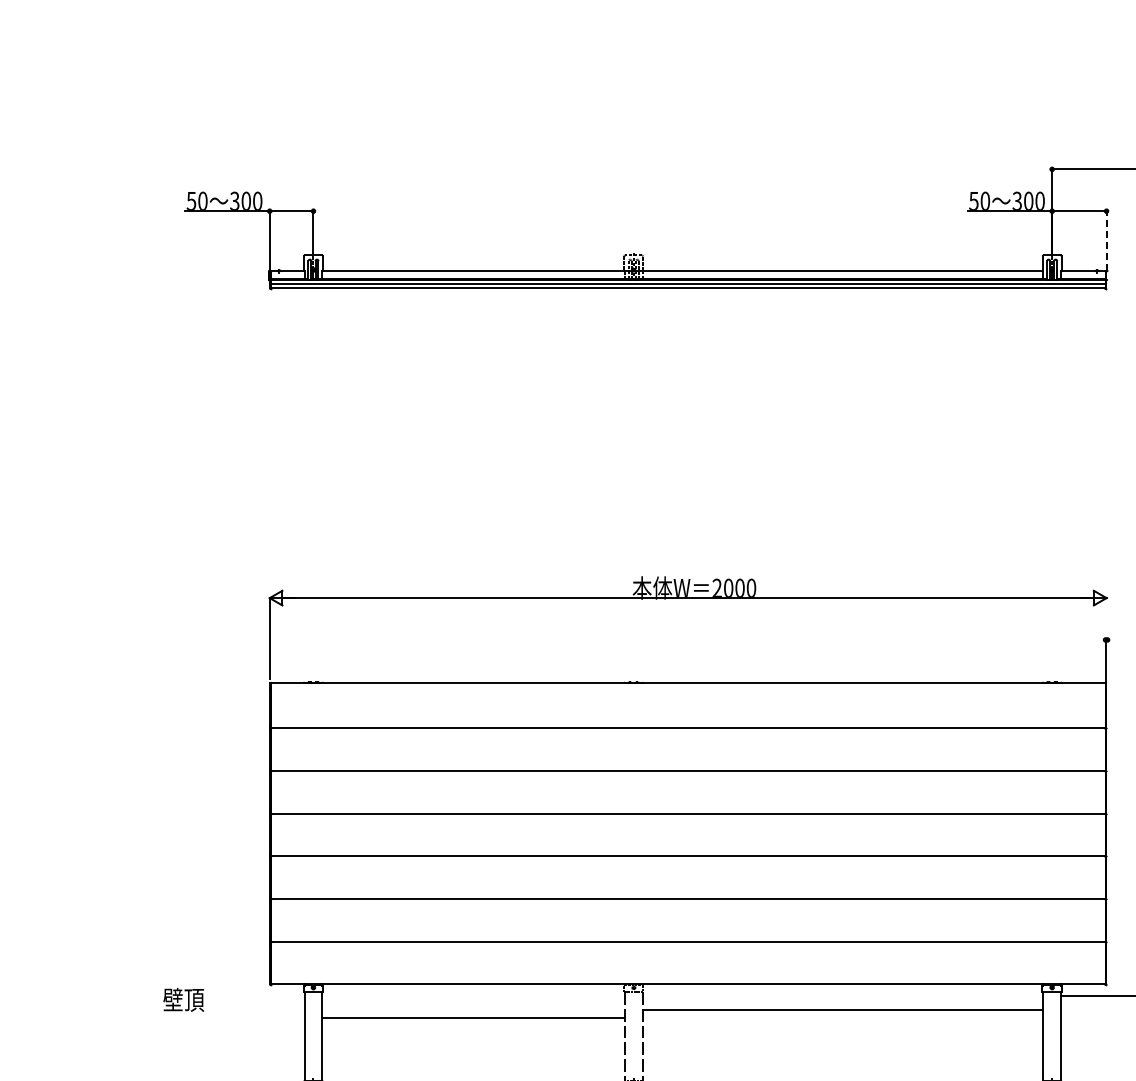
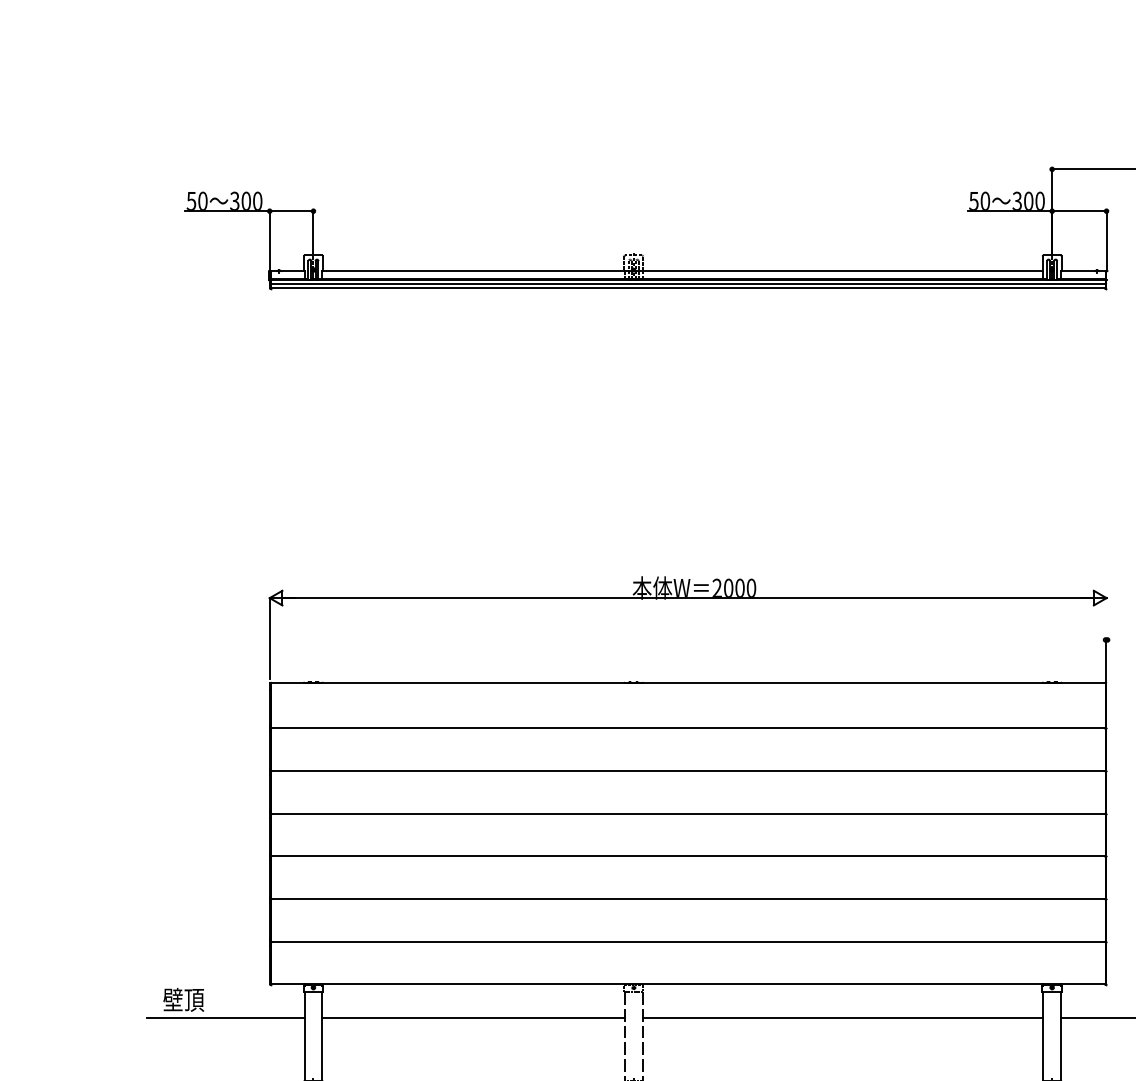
line at (1106, 240): dashed -> solid
line at (1096, 995) position: (1096, 995) -> (1096, 1017)
line at (842, 1009) position: (842, 1009) -> (842, 1017)
line at (225, 1017): none -> present
